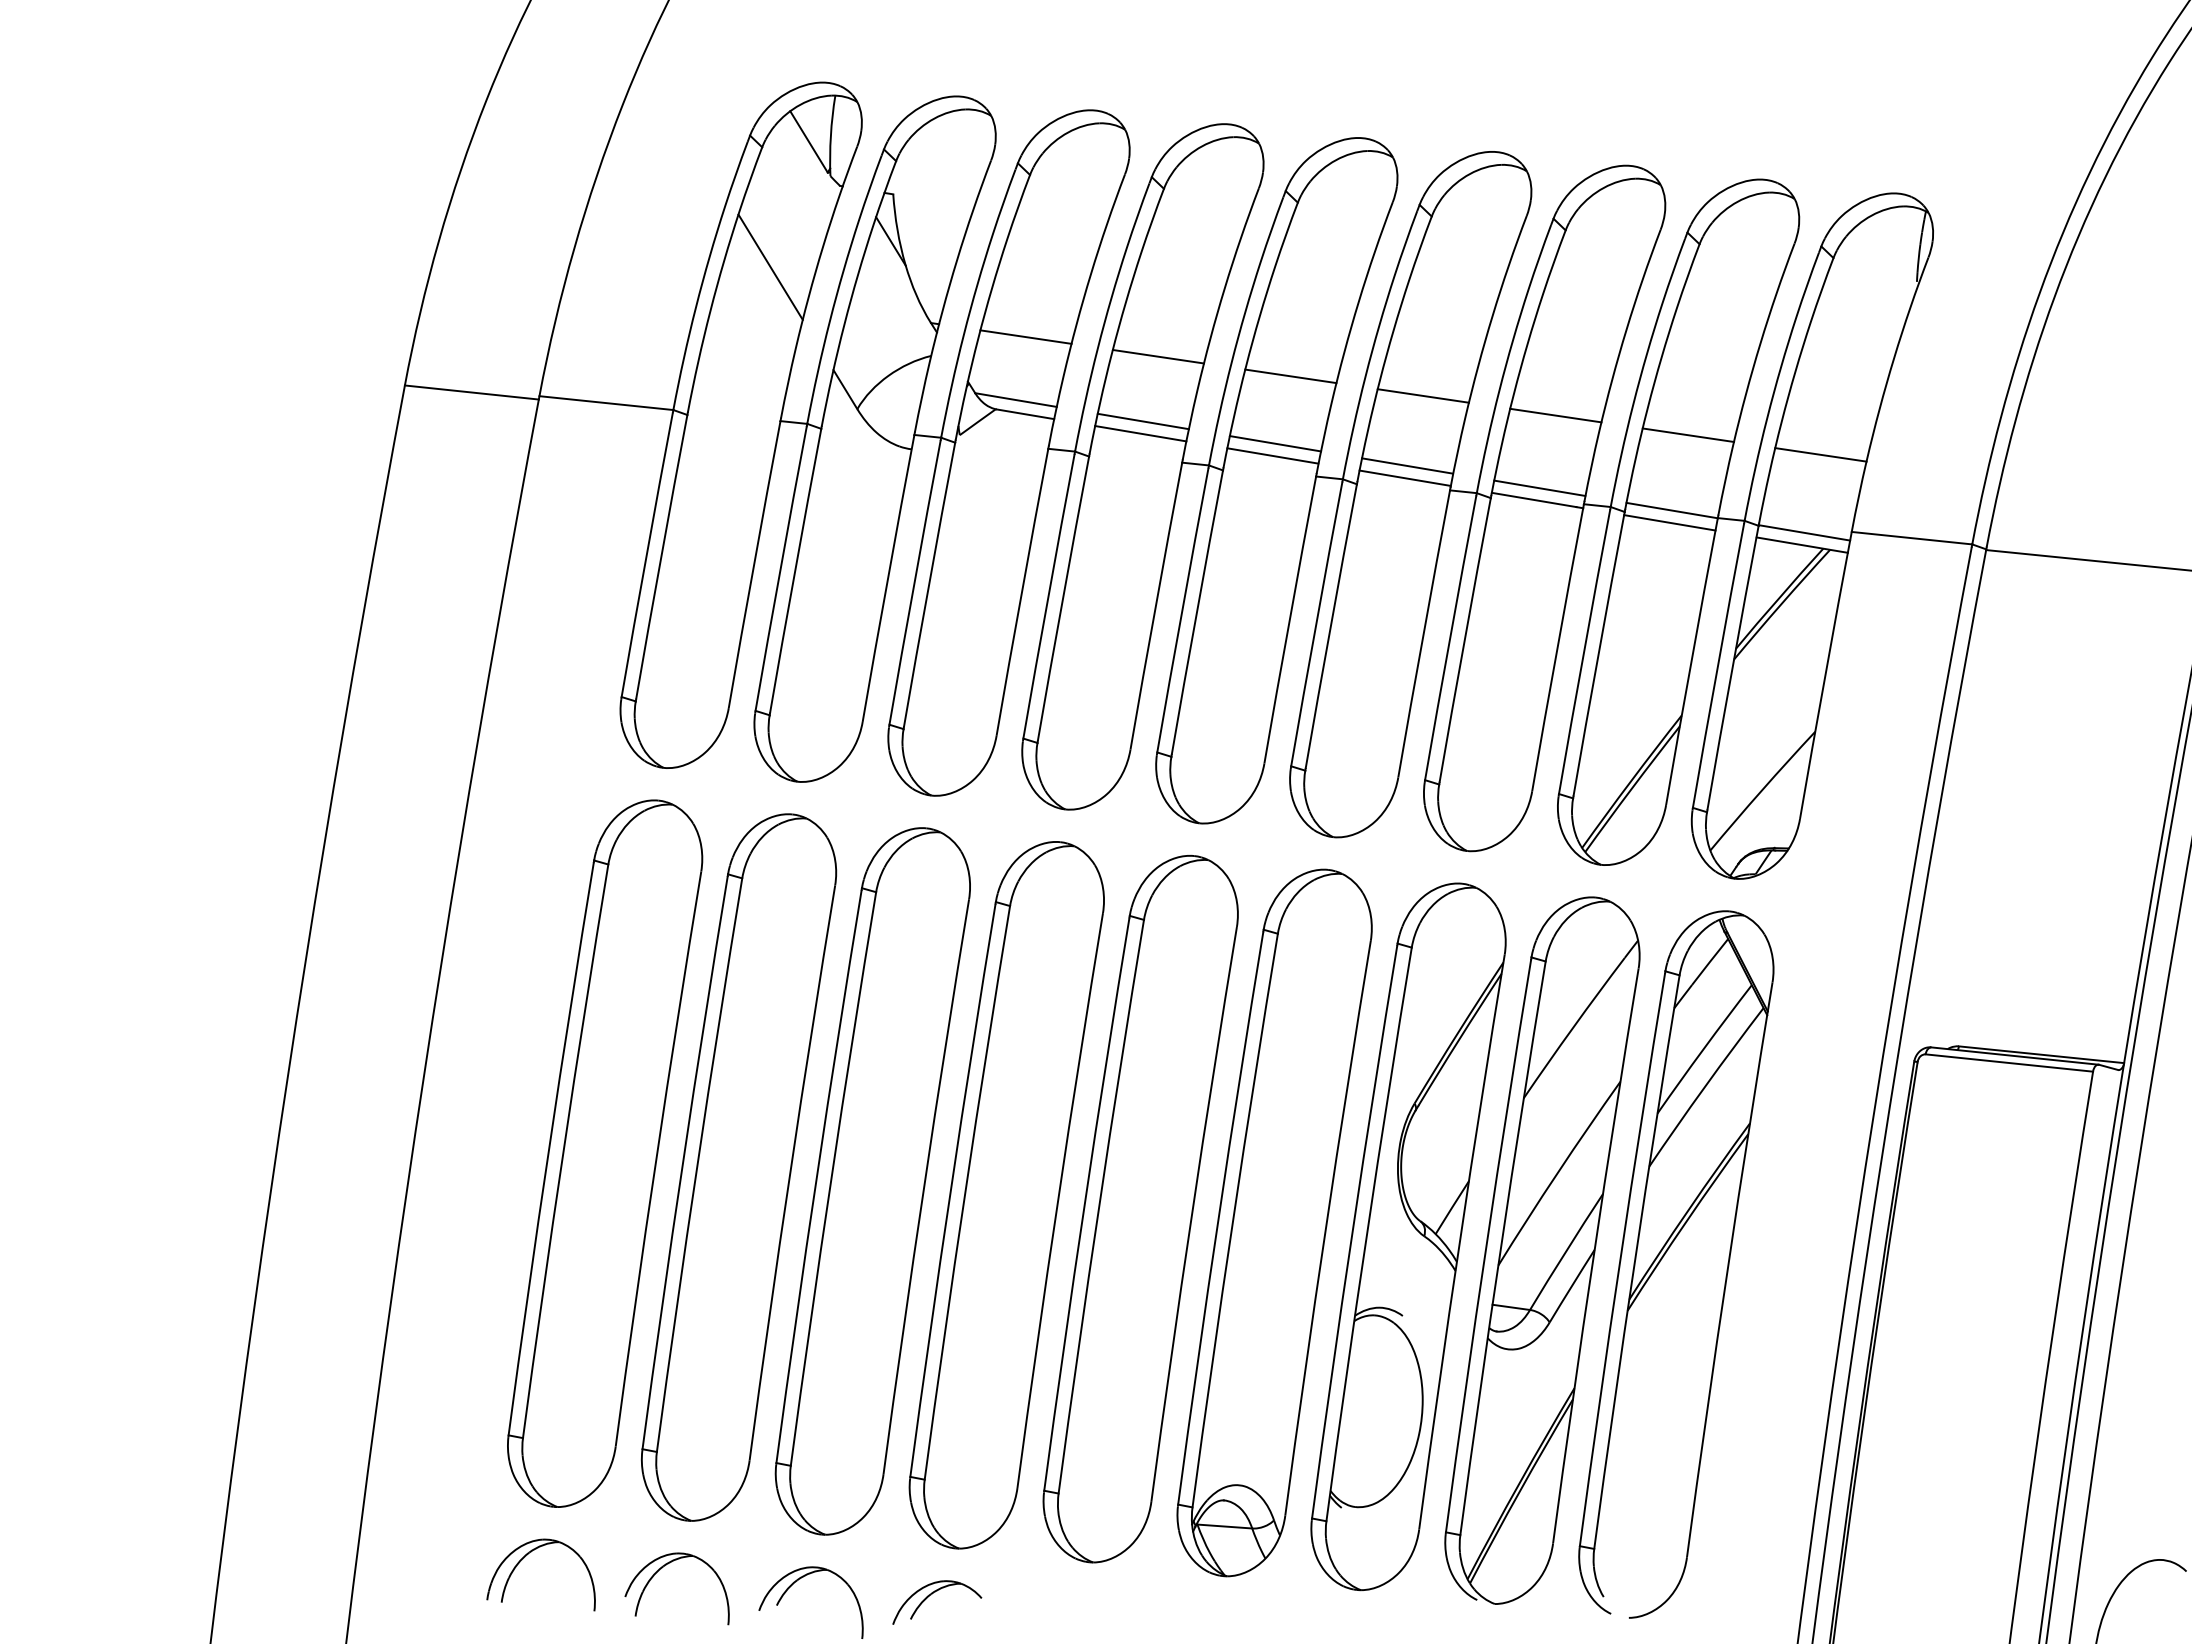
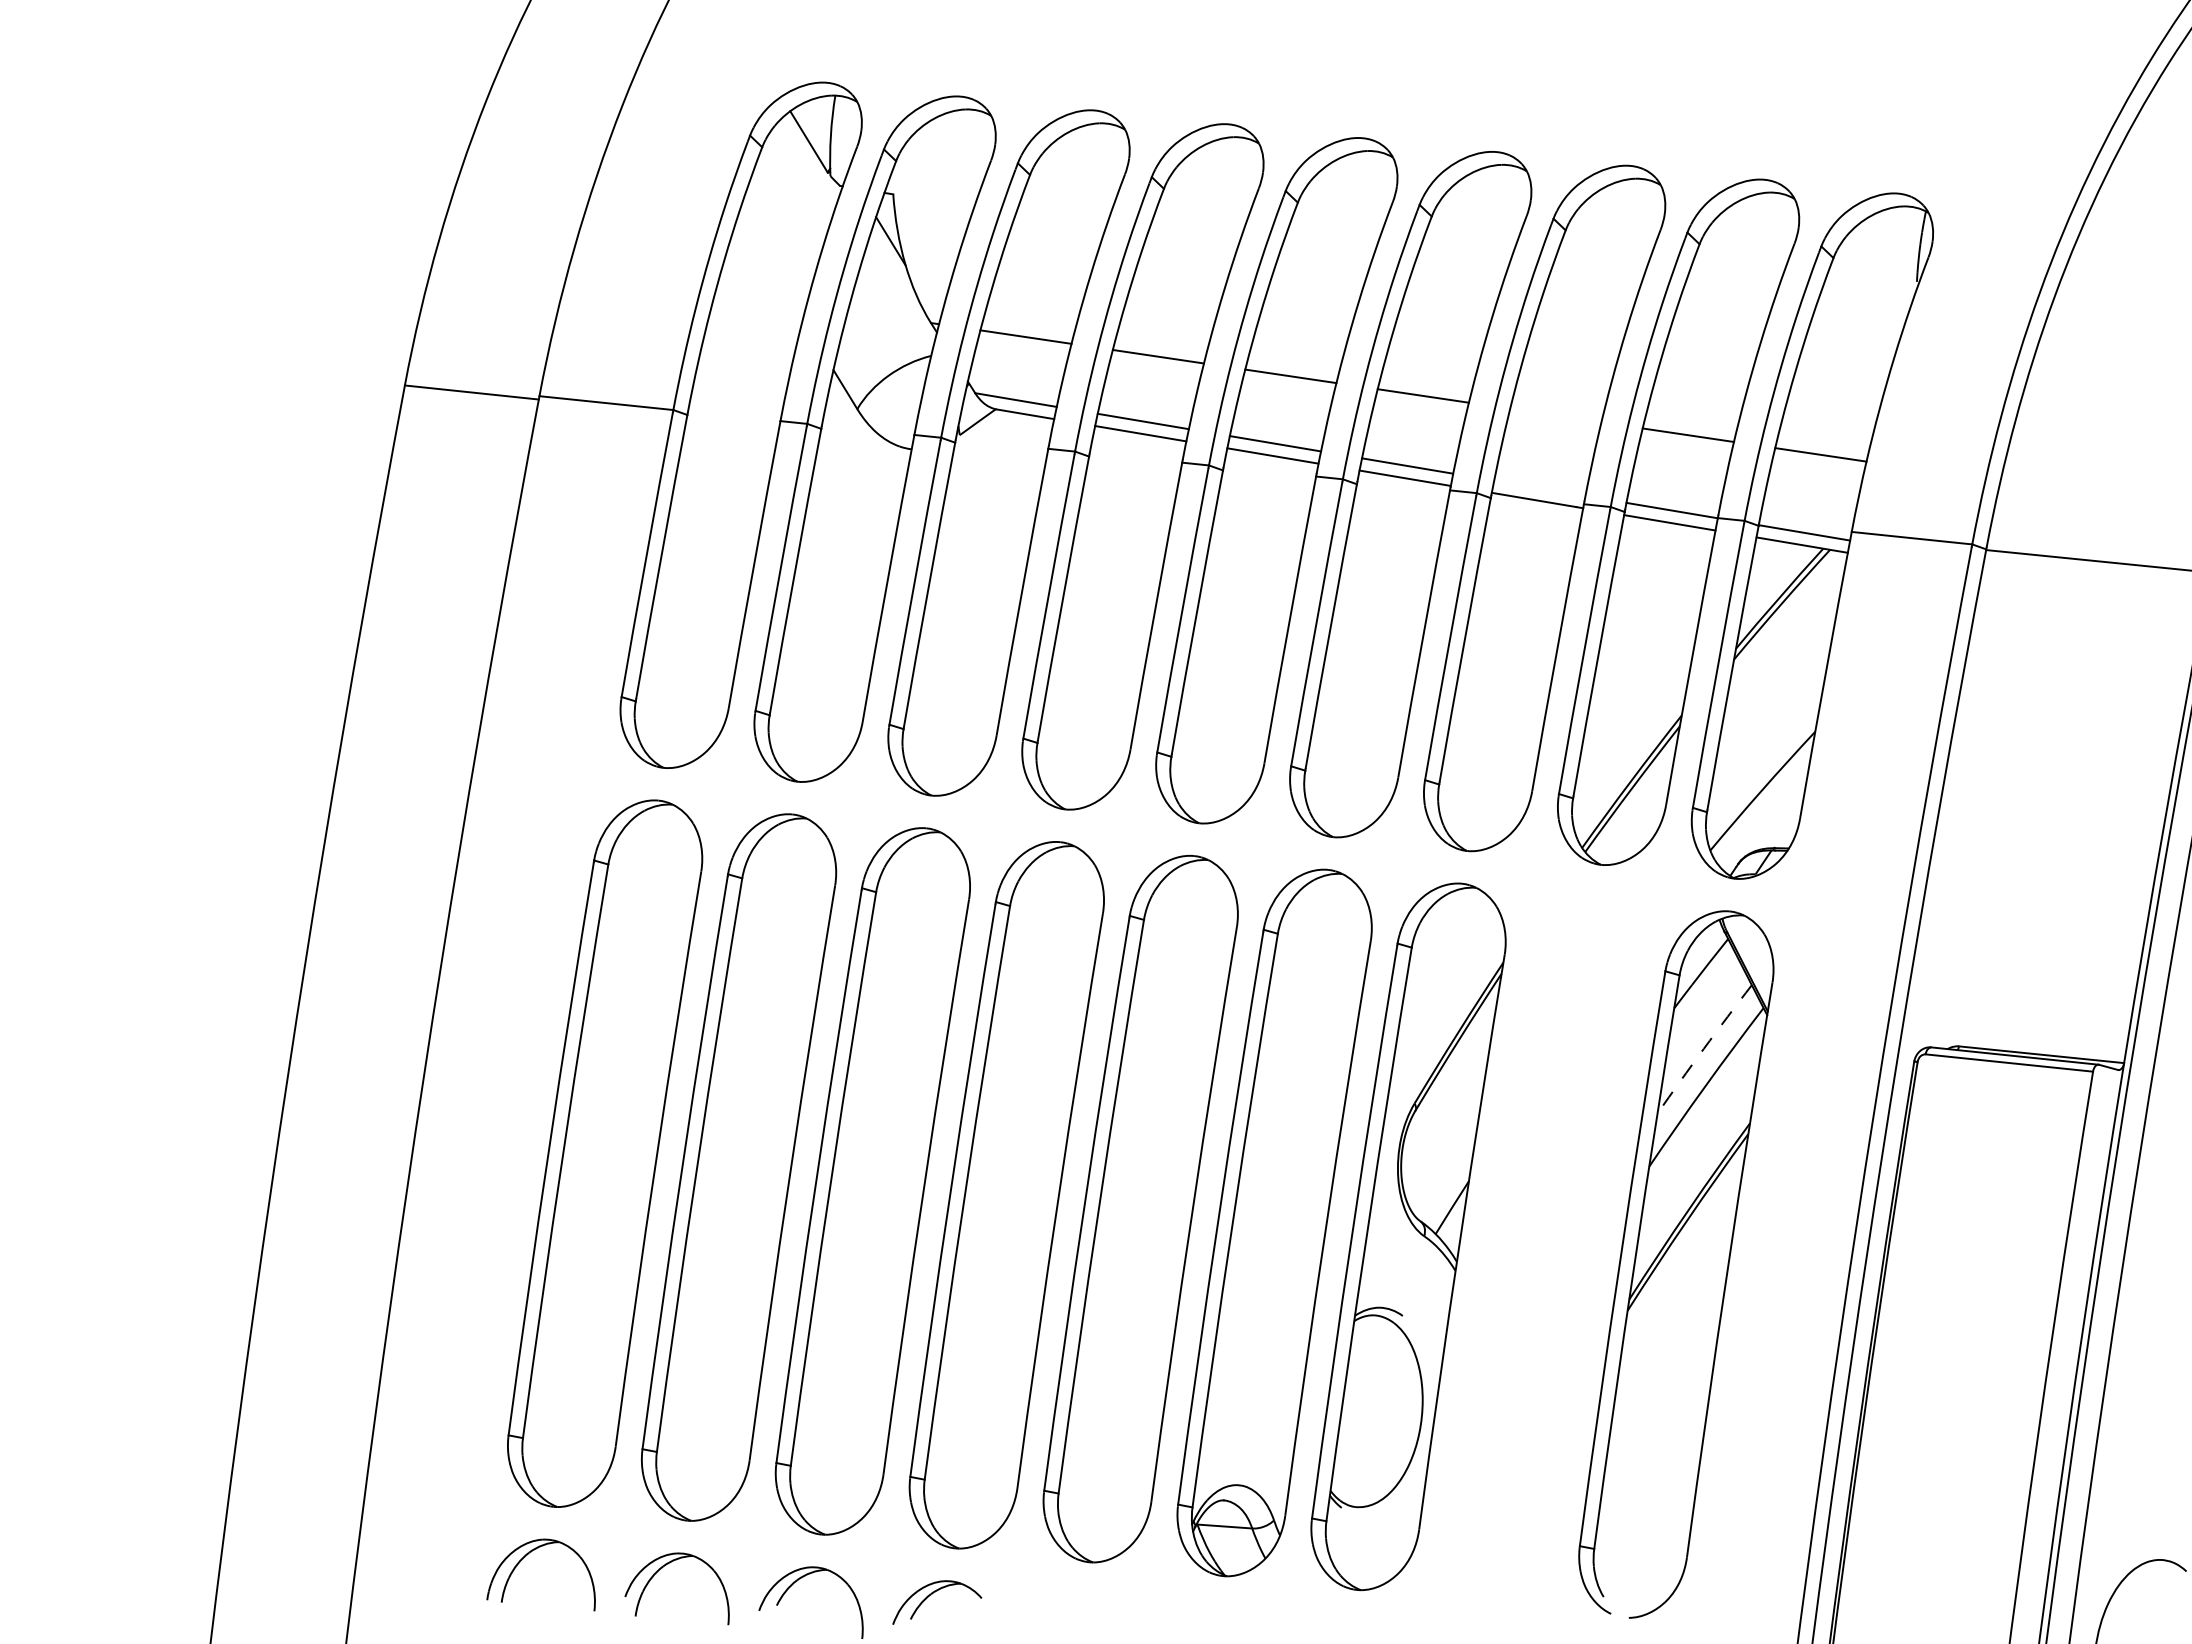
line at (770, 266): present -> none
line at (1555, 415): present -> none
line at (1539, 487): present -> none
arc at (1703, 1048): solid -> dashed
part at (1542, 1250): present -> none
